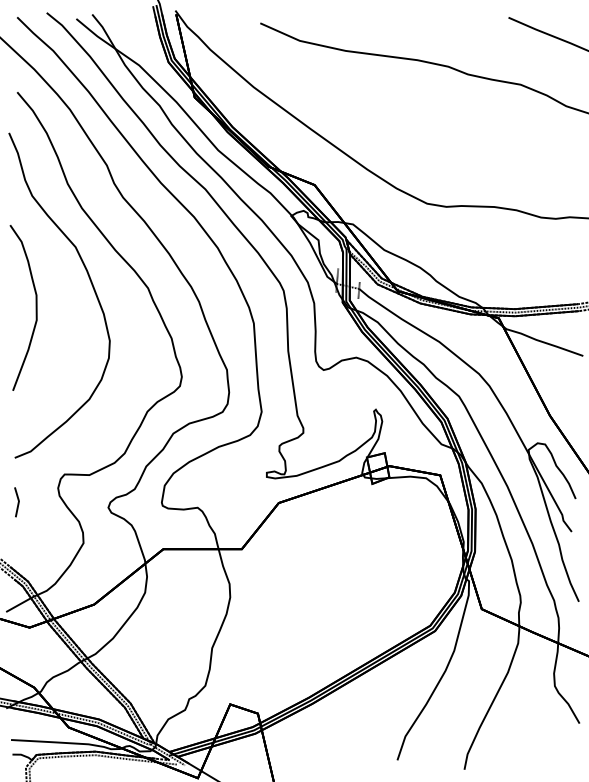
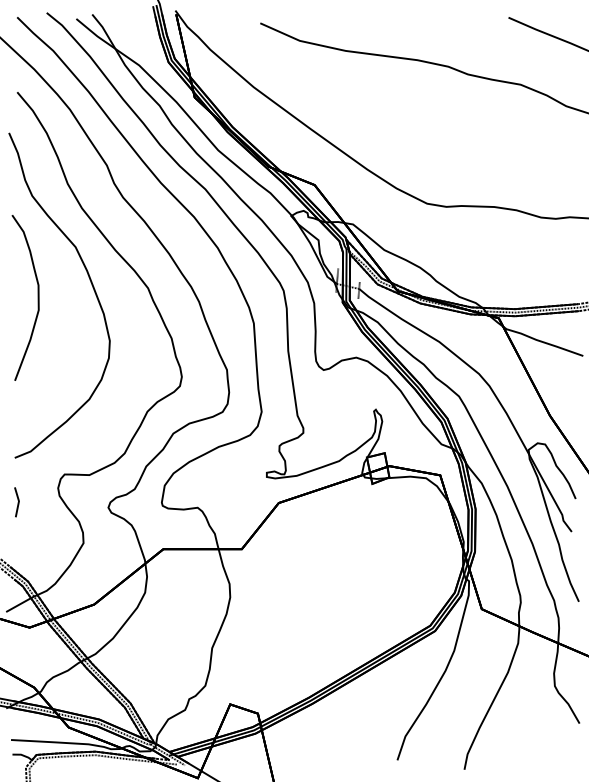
part at (35, 307) position: (35, 307) -> (37, 297)
